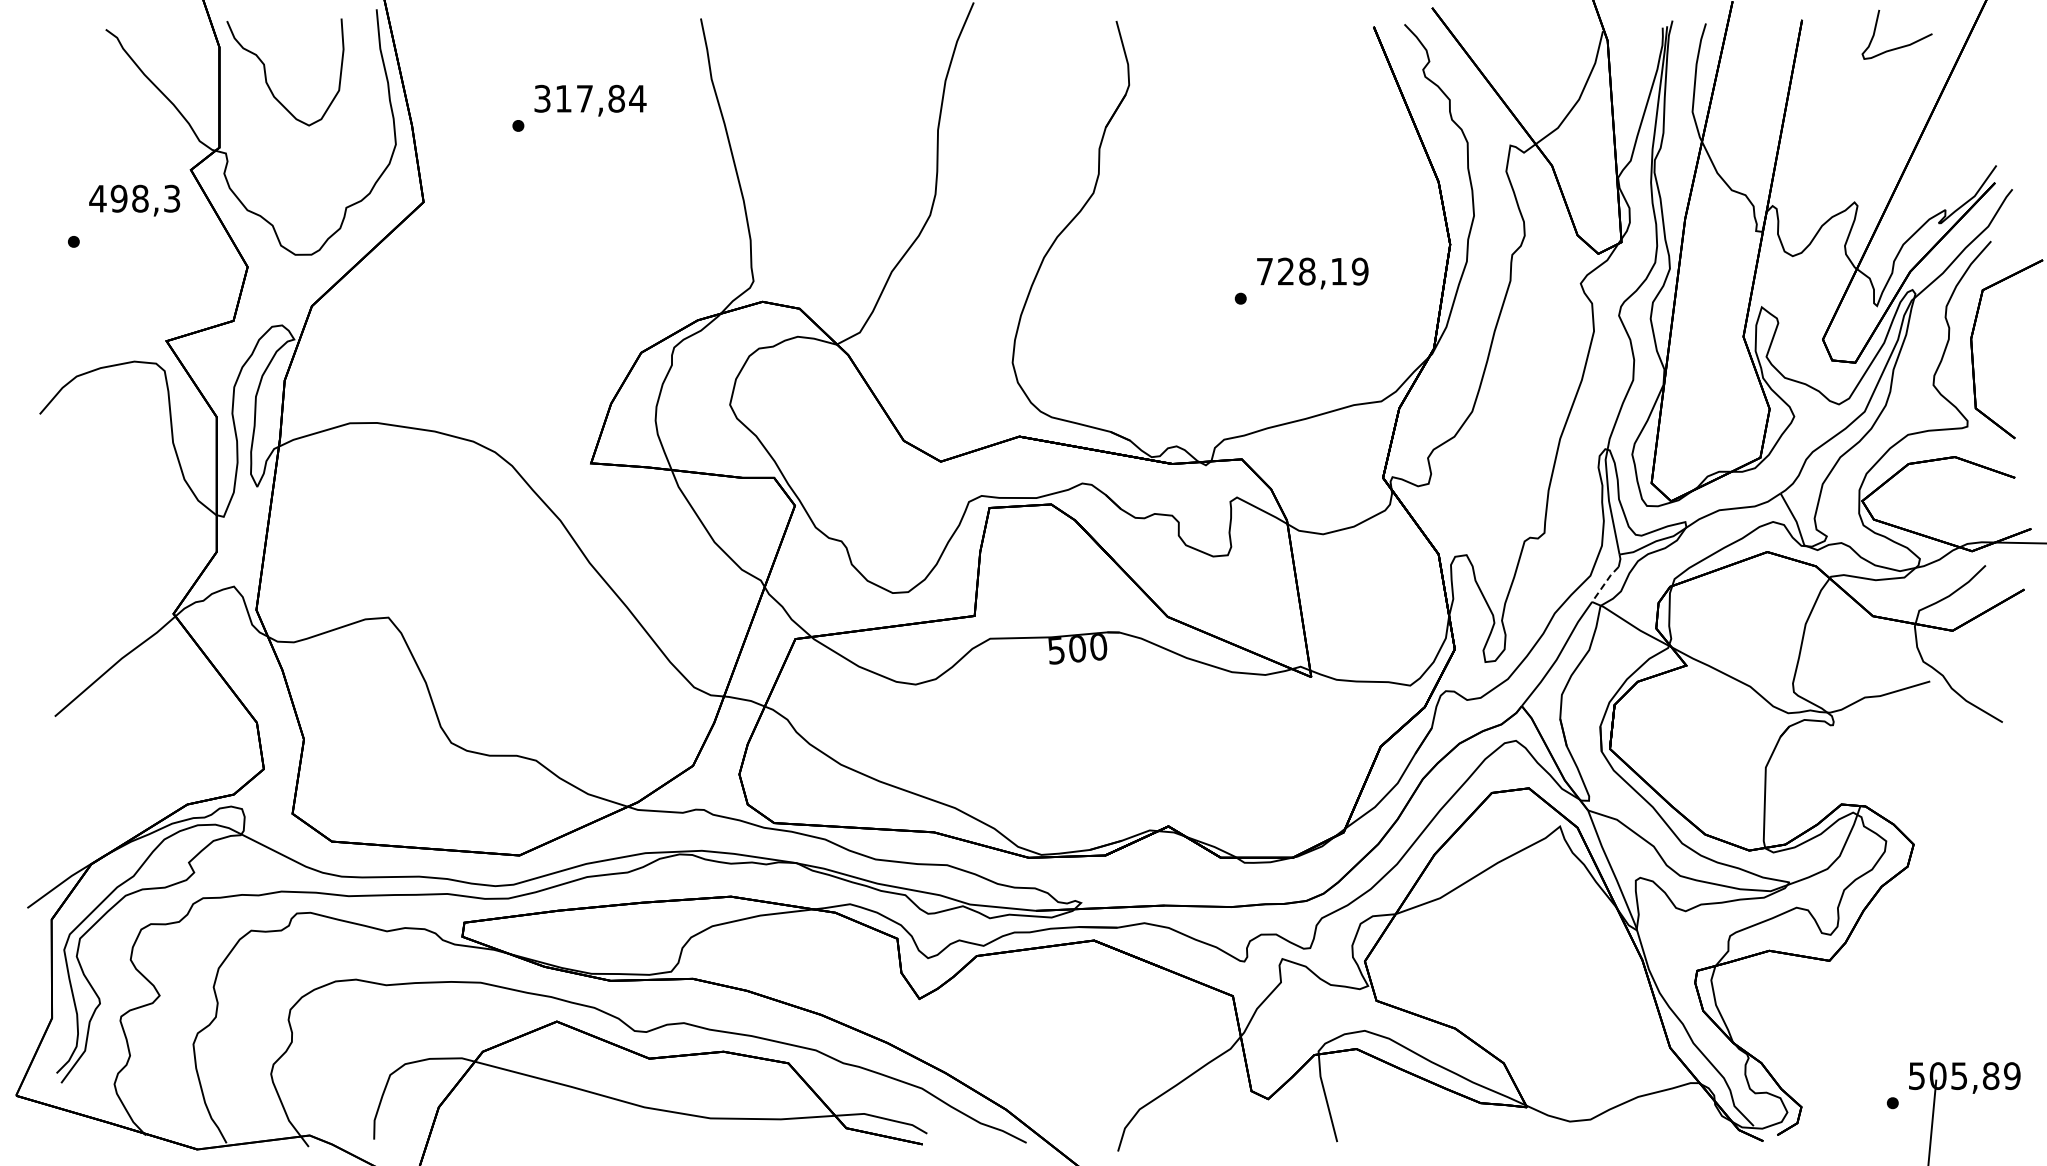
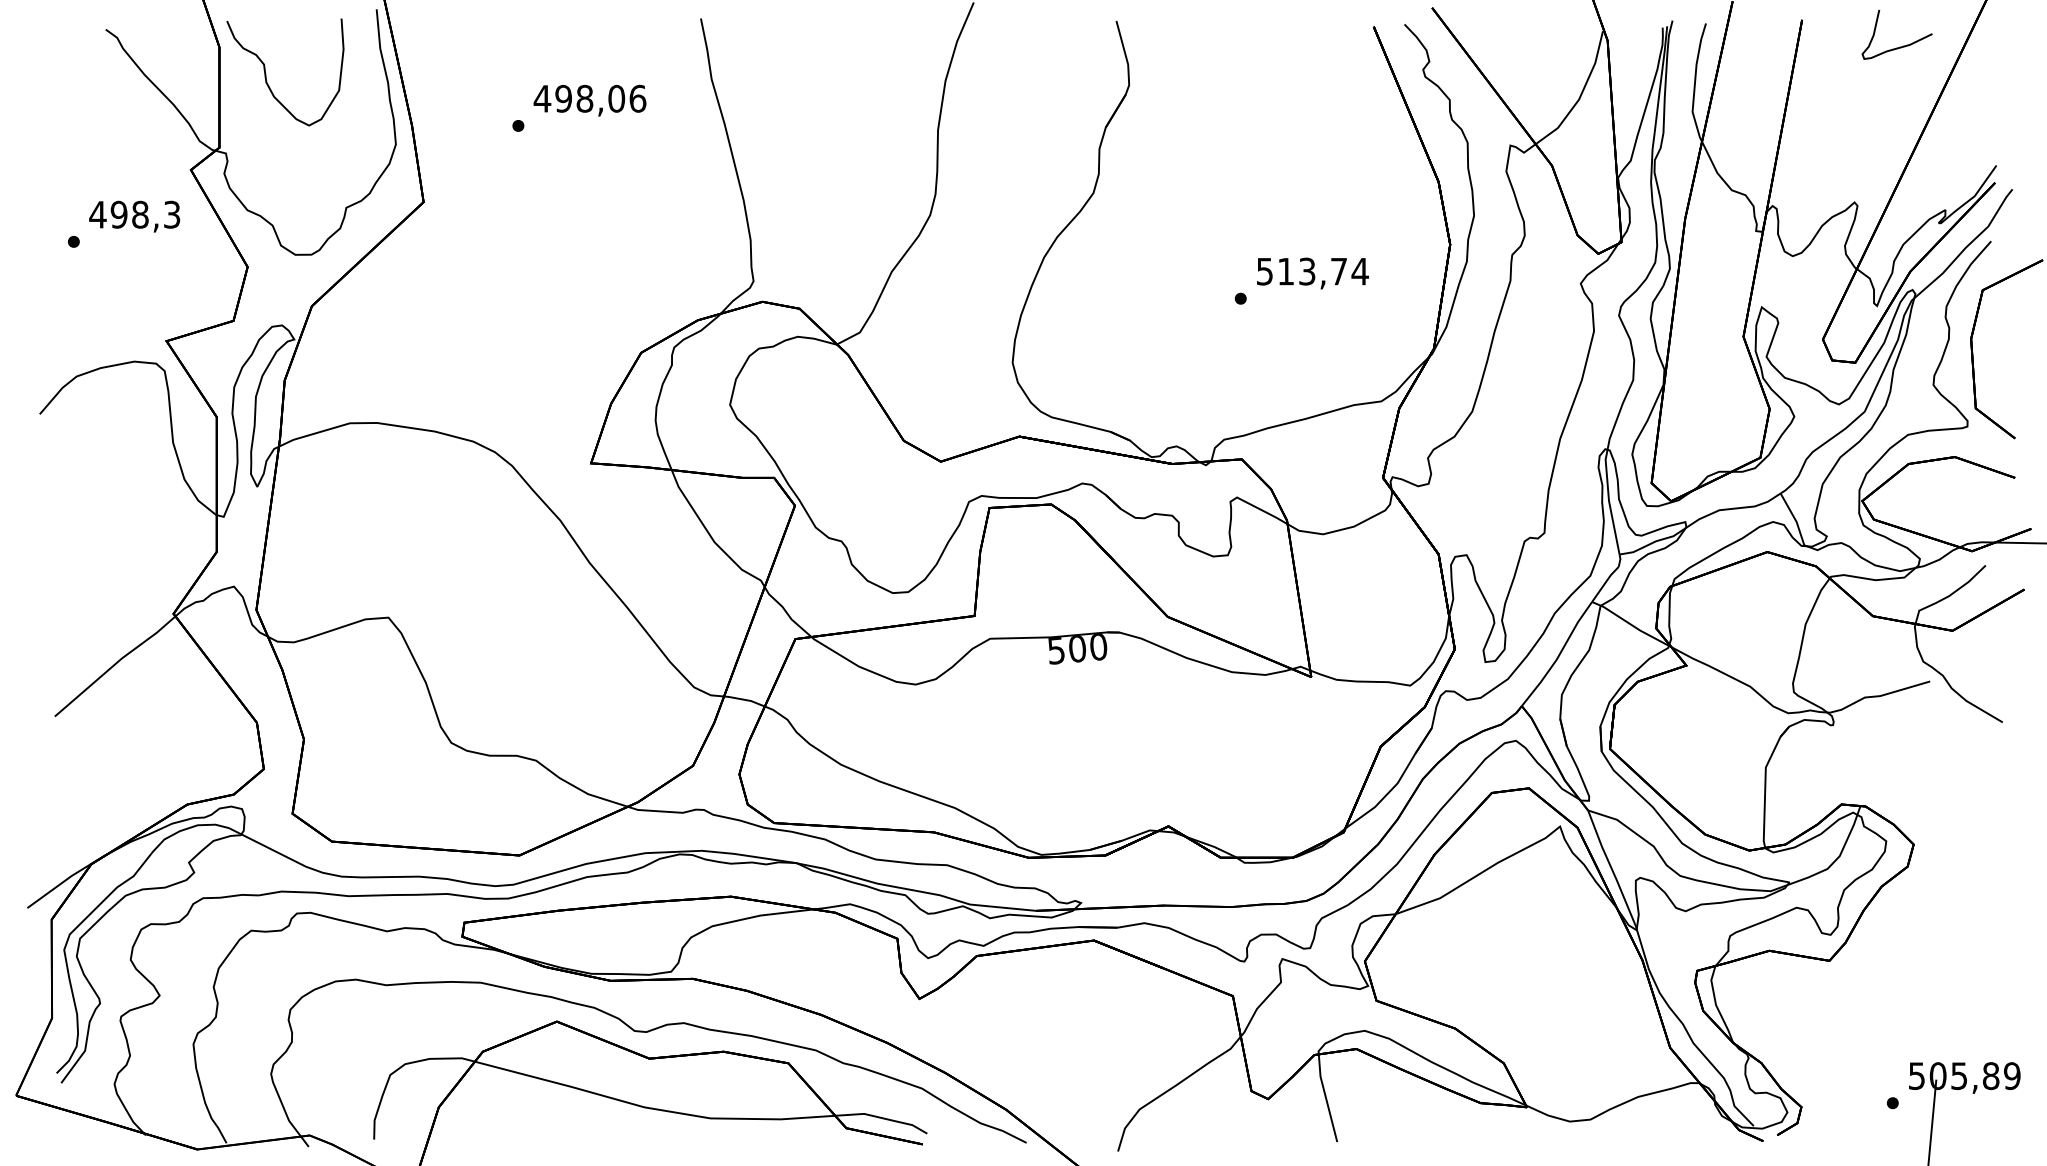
text at (589, 98): 317,84 -> 498,06
text at (134, 200) position: (134, 200) -> (134, 216)
text at (1312, 271): 728,19 -> 513,74
line at (1605, 583): dashed -> solid
